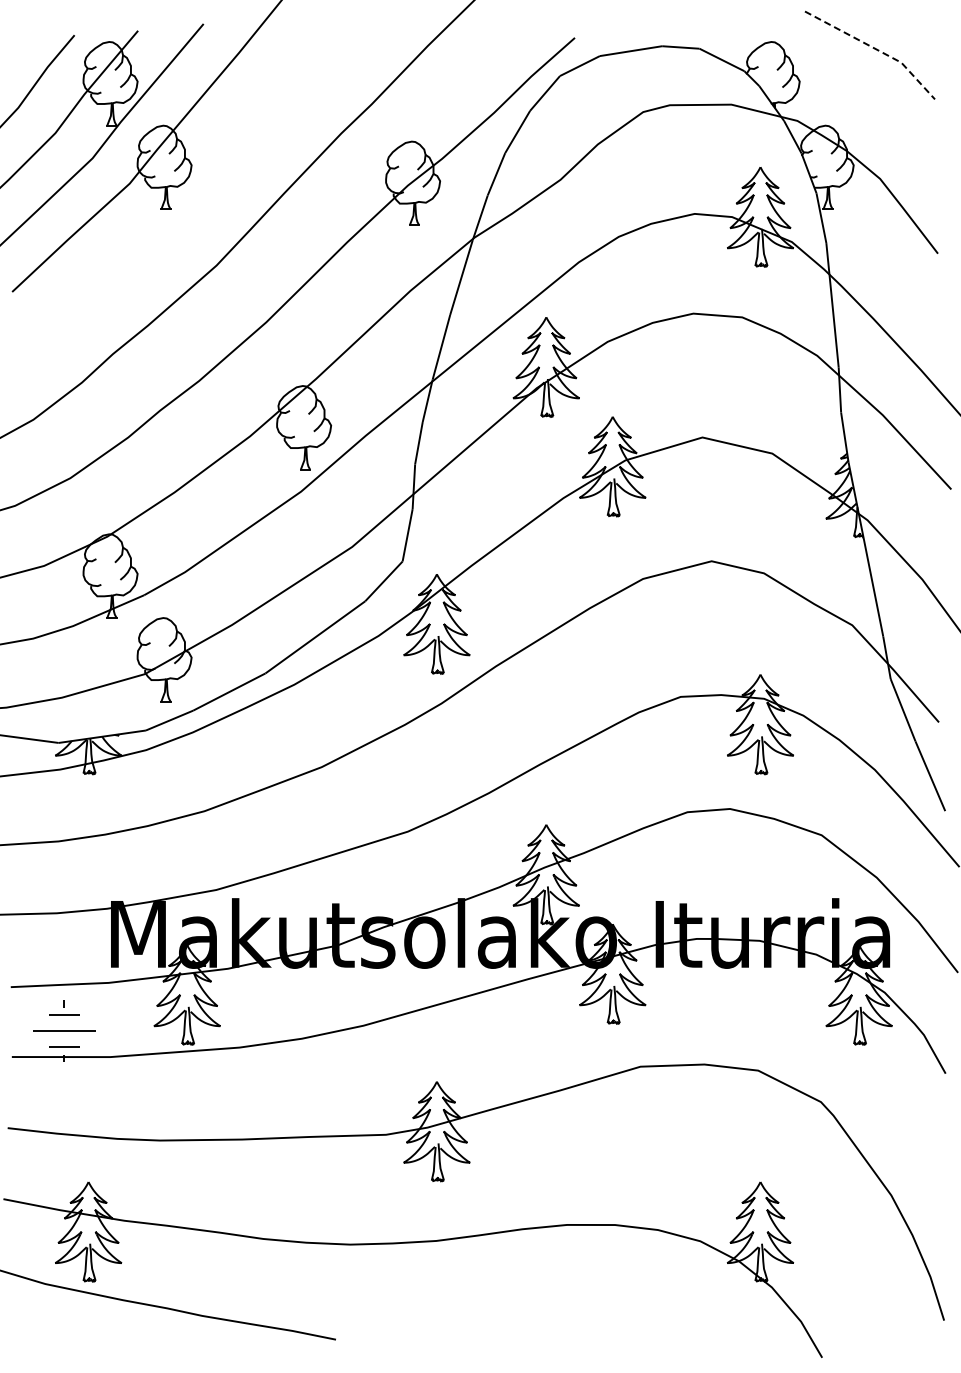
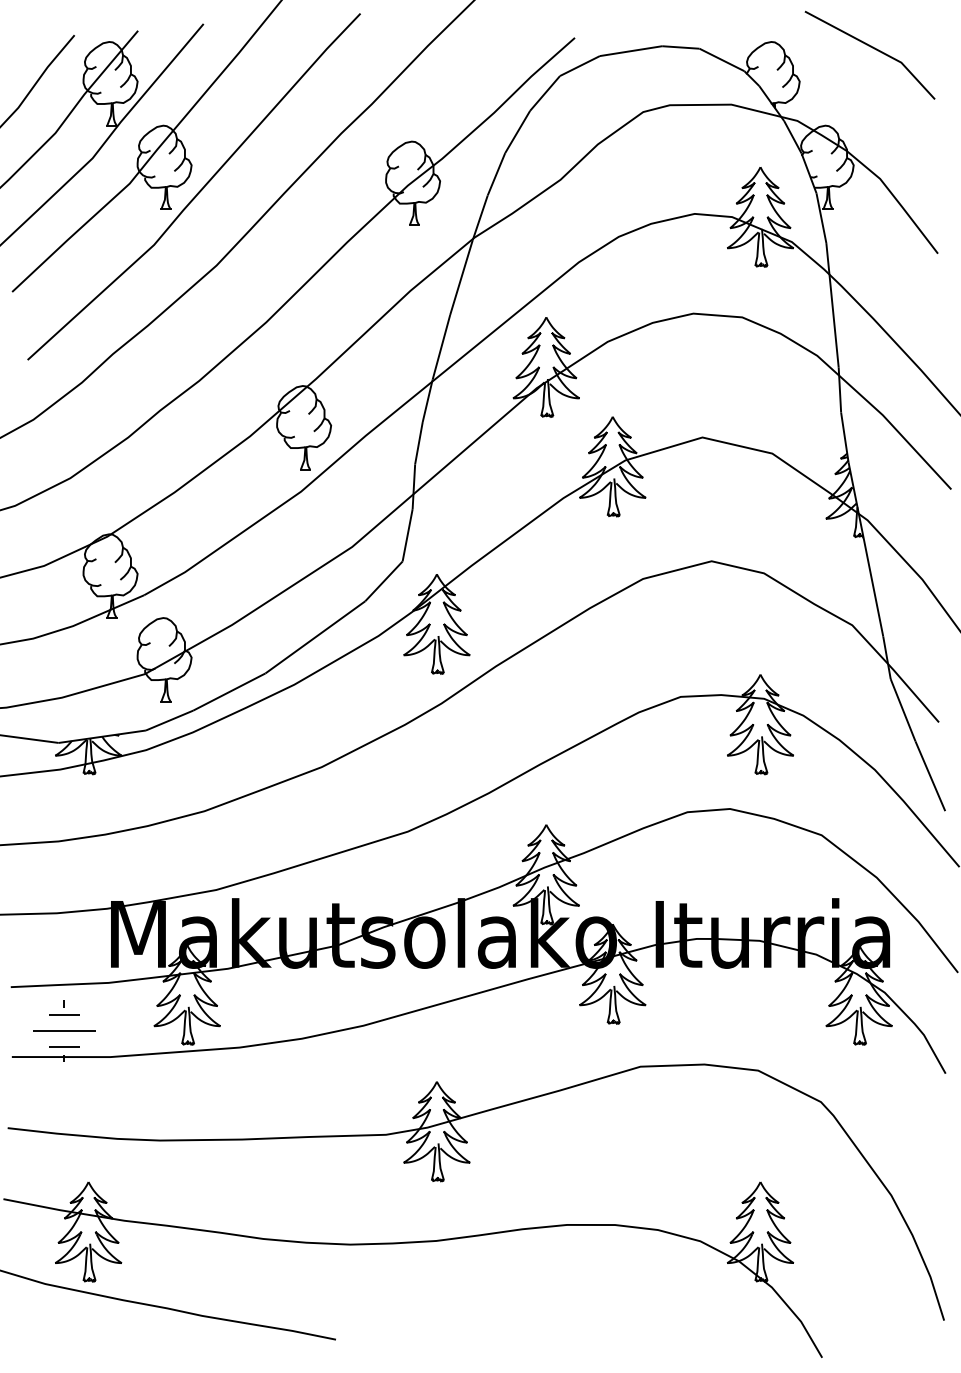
line at (875, 49): dashed -> solid
curve at (198, 191): none -> present
